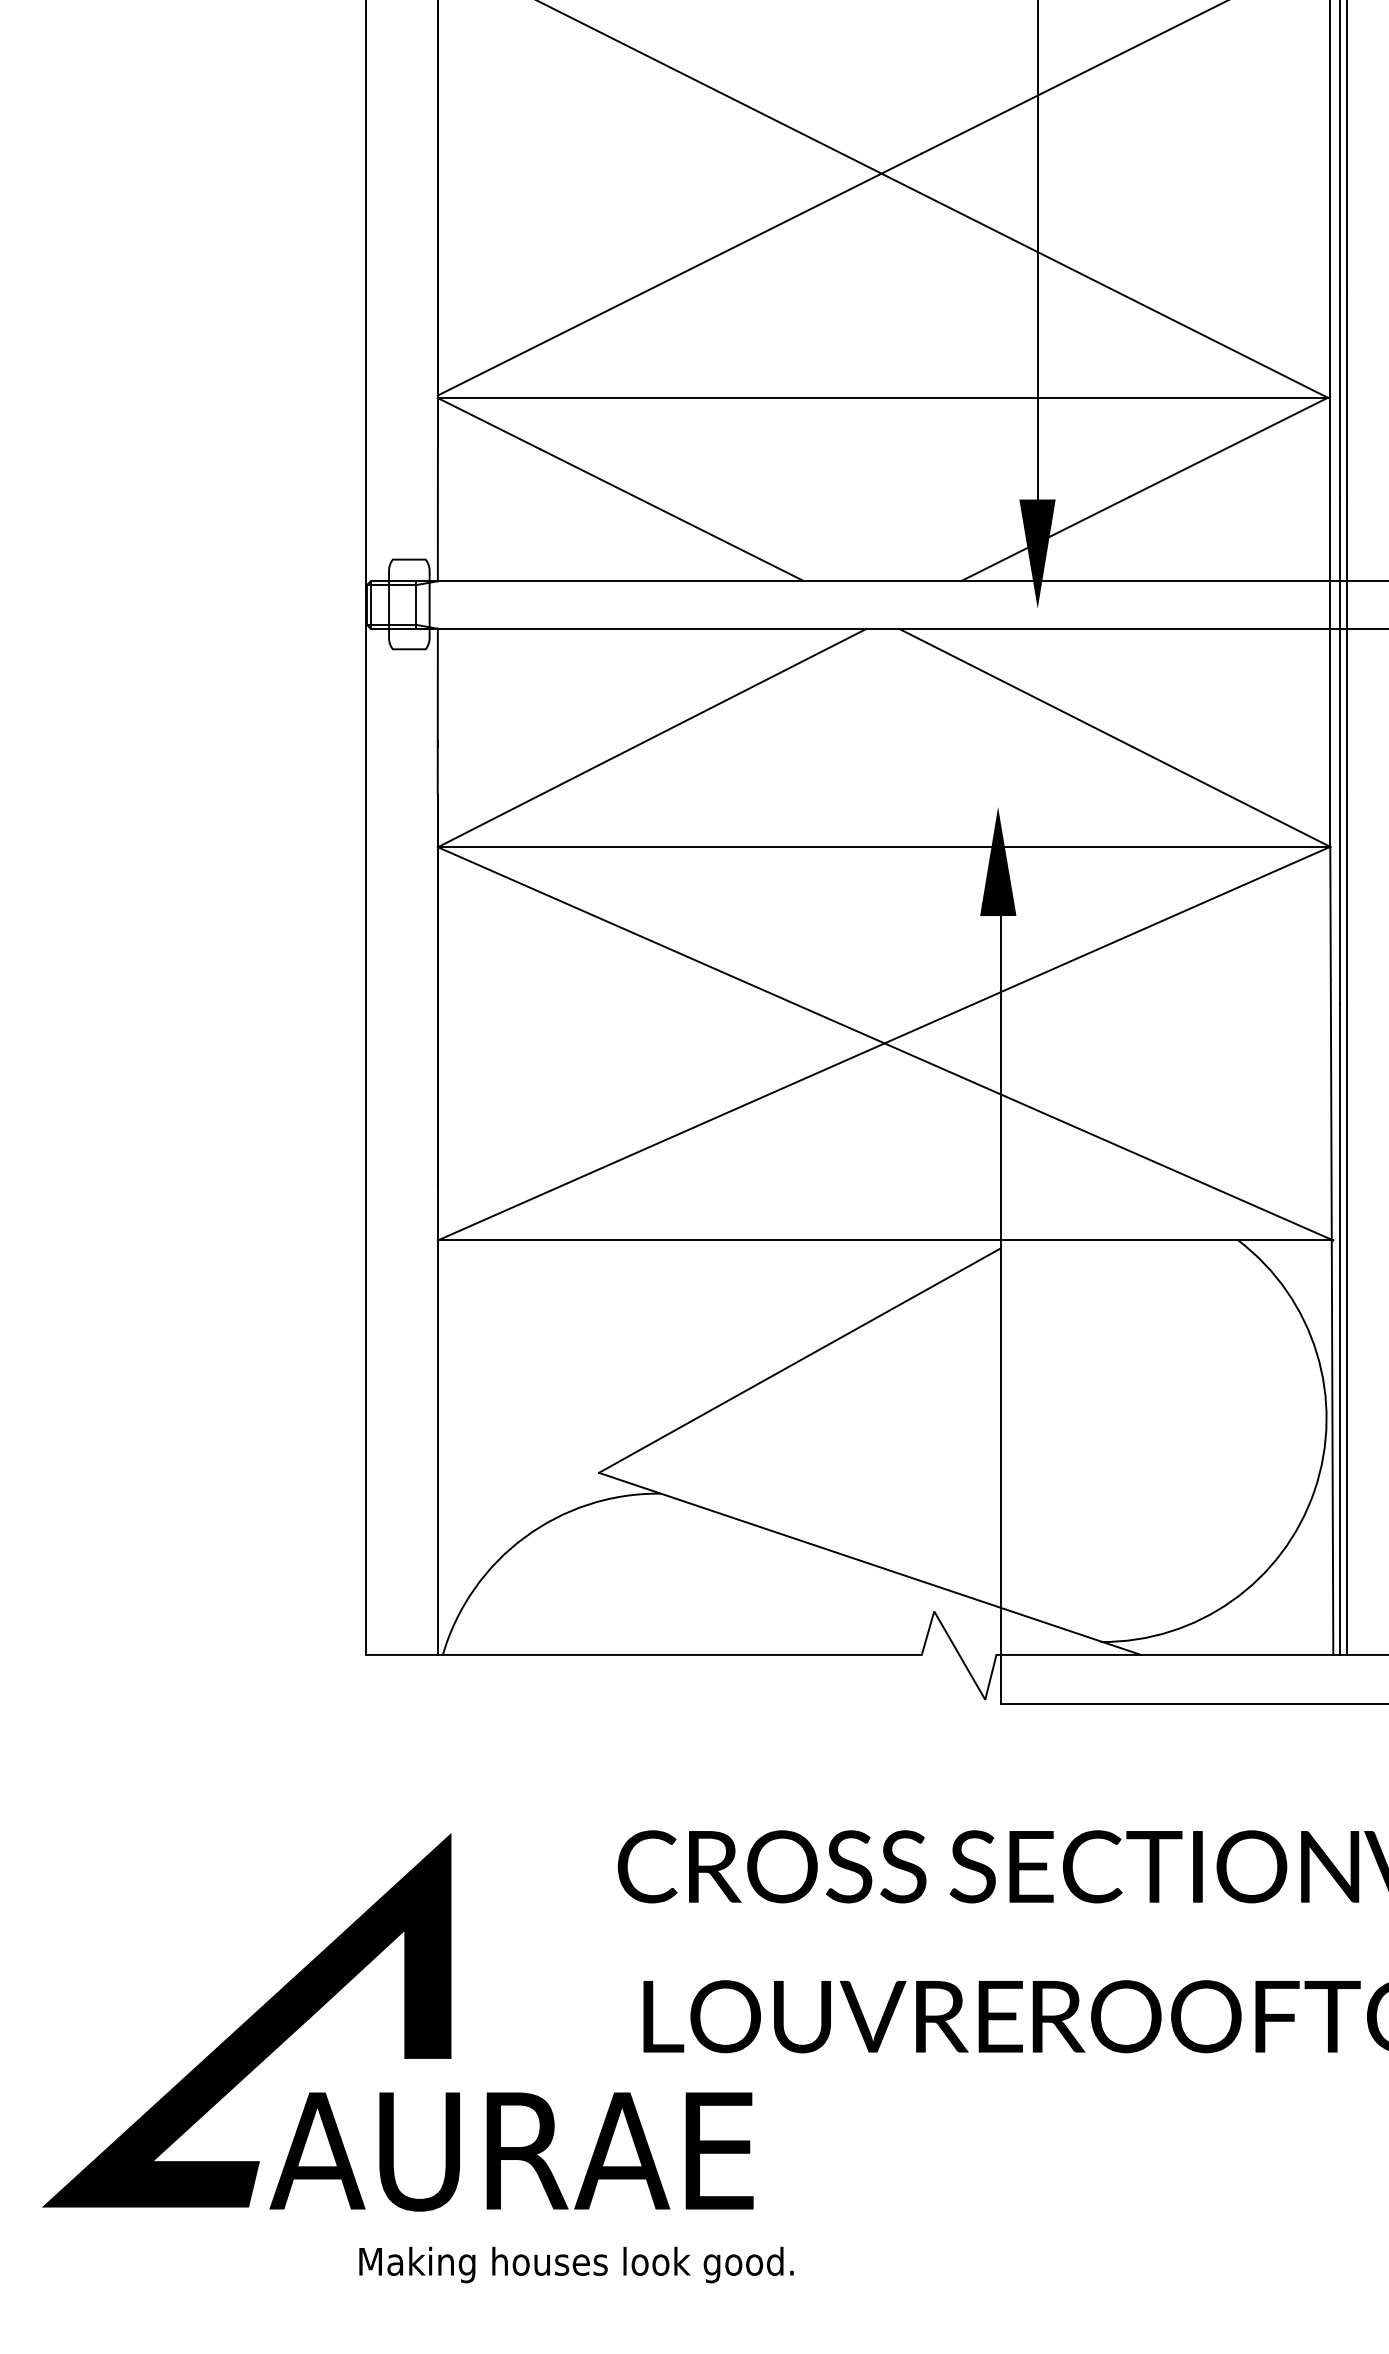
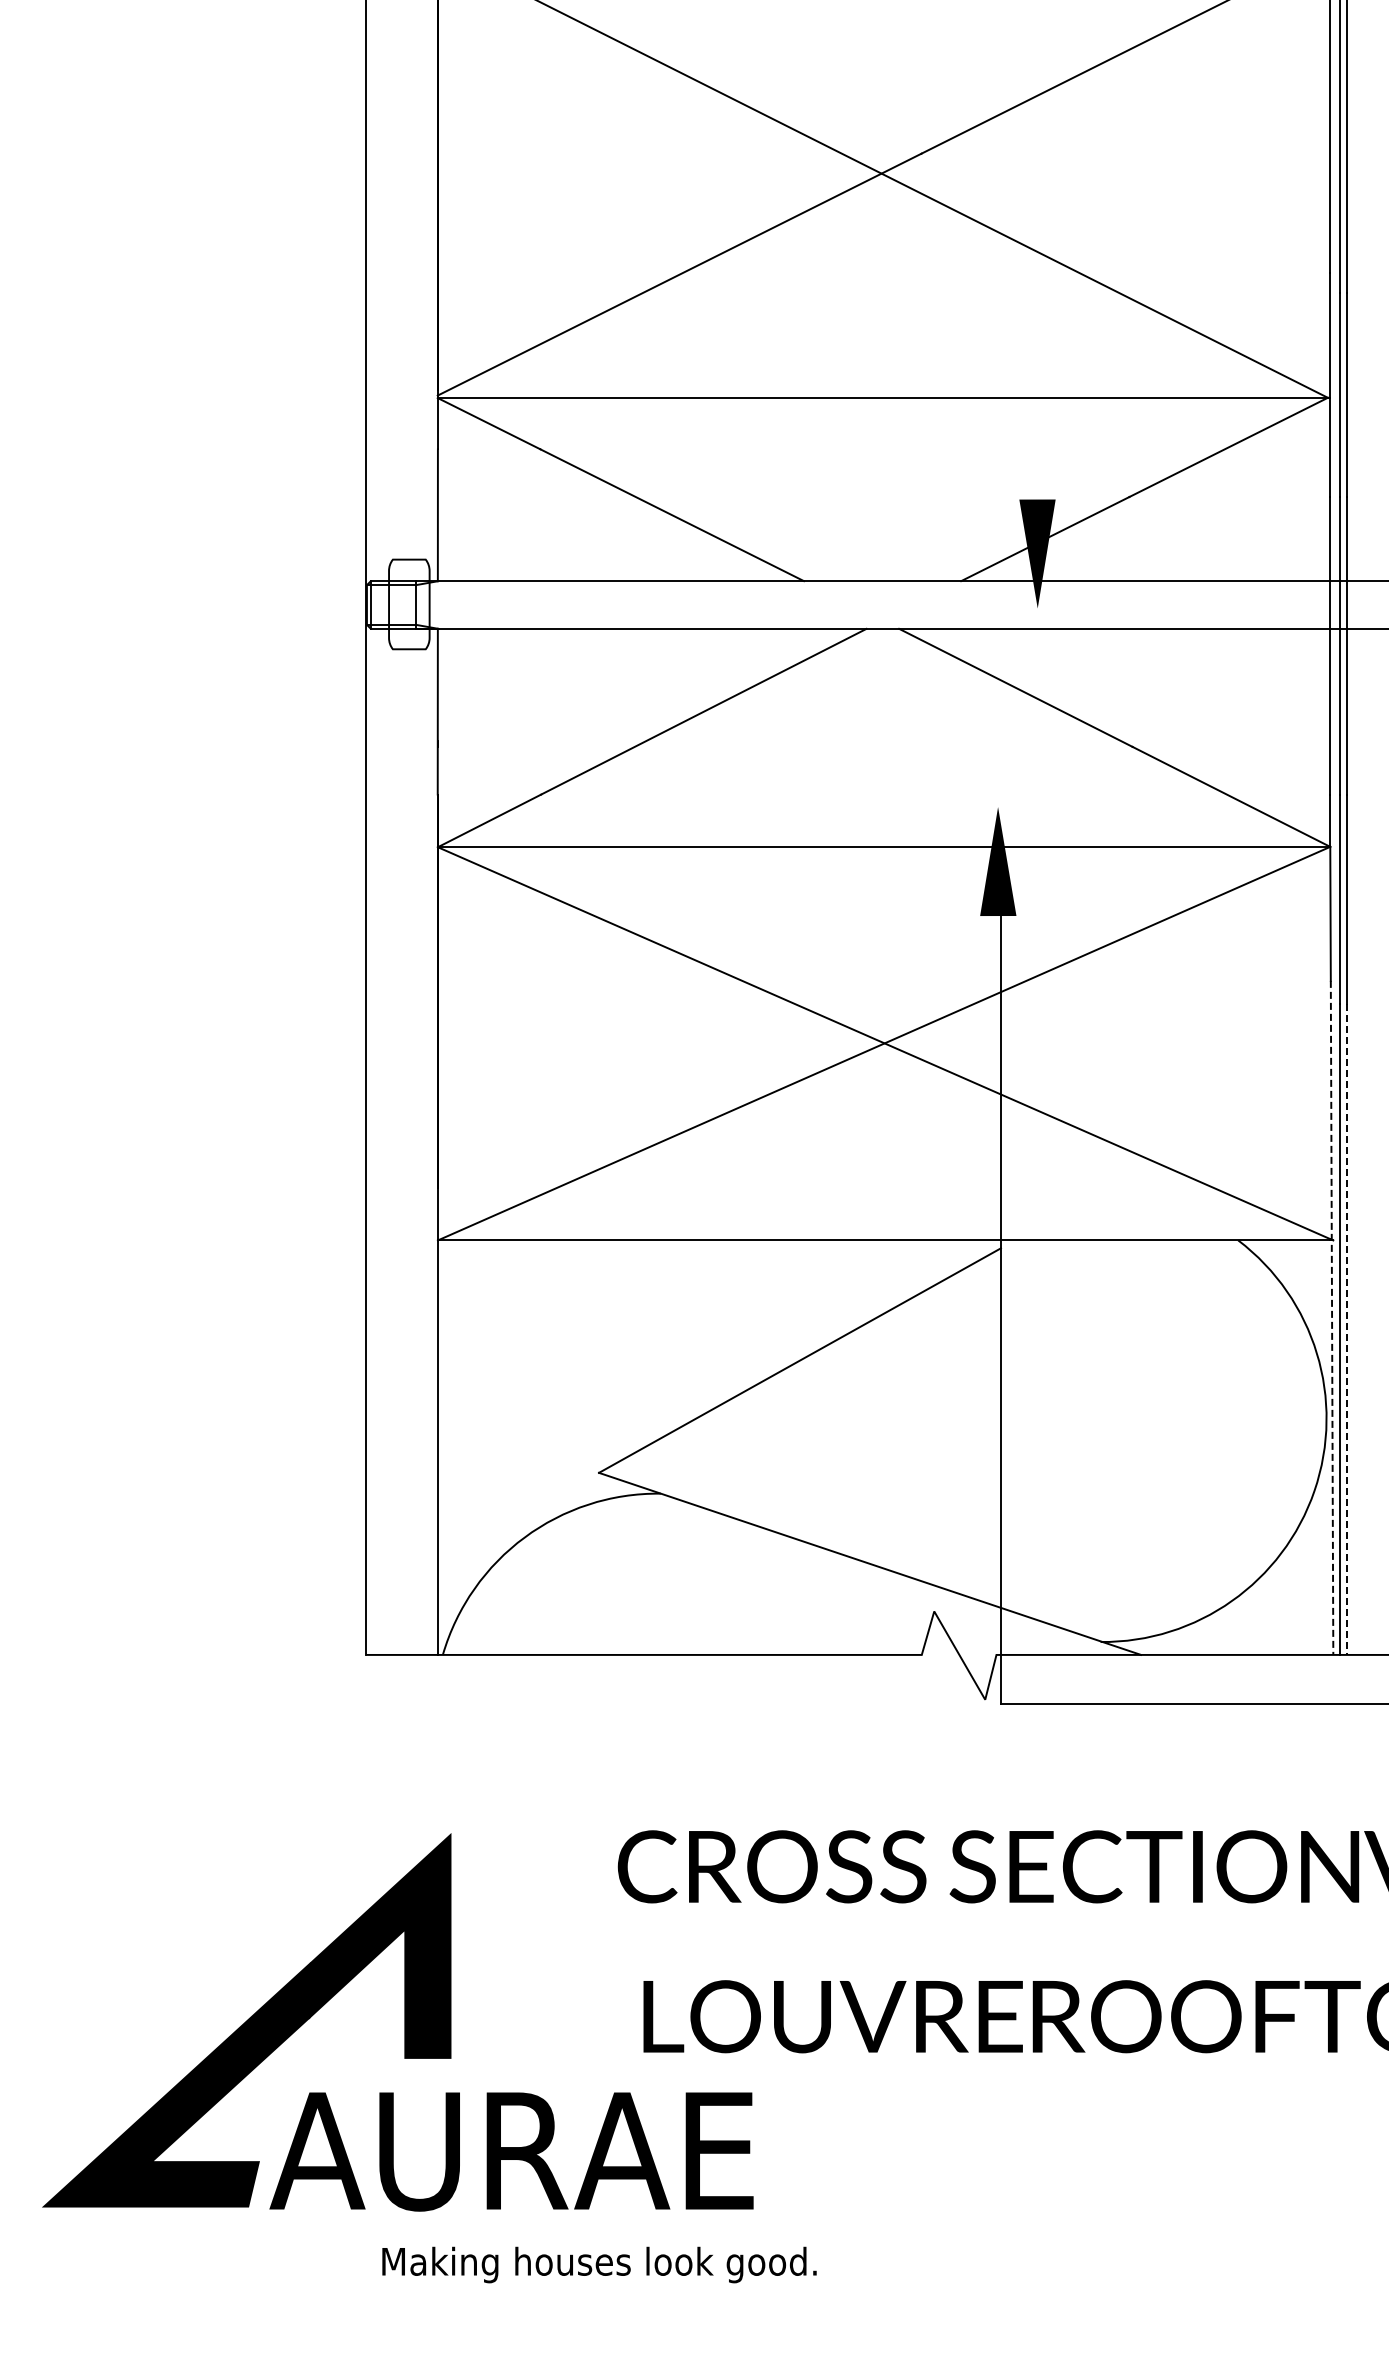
line at (1038, 283): present -> none
line at (1332, 1318): solid -> dashed
line at (1346, 1329): solid -> dashed
text at (576, 2264) position: (576, 2264) -> (599, 2264)
